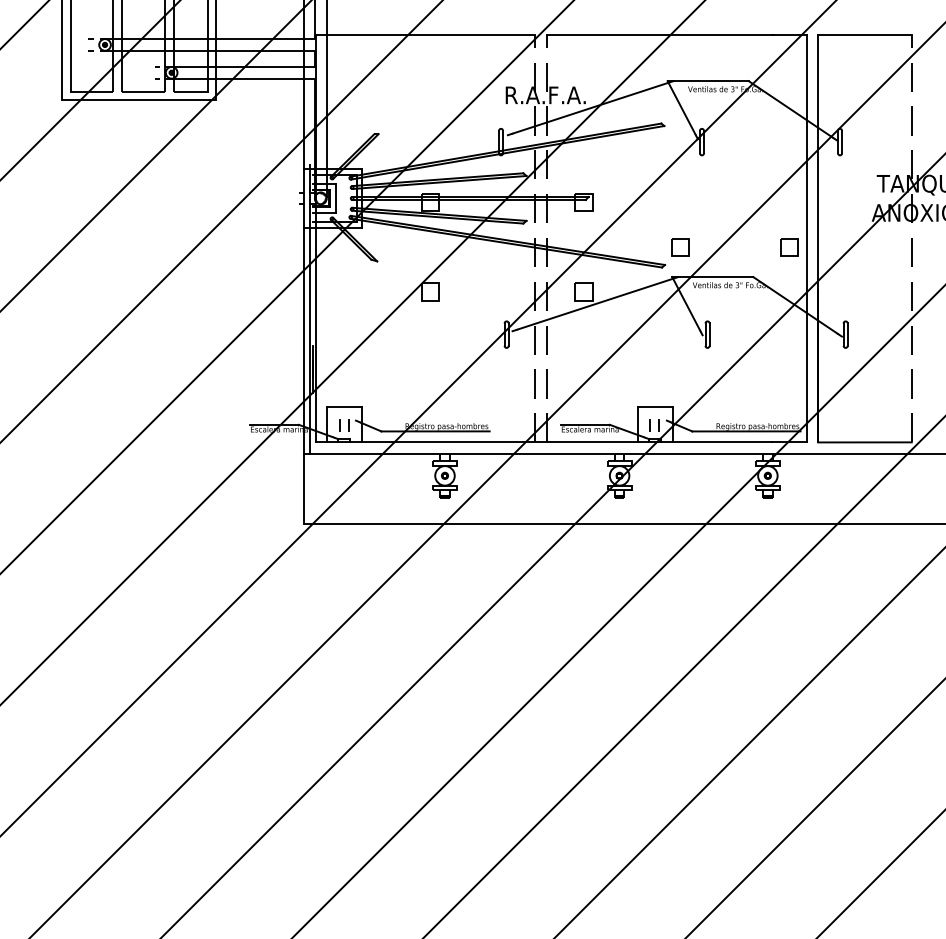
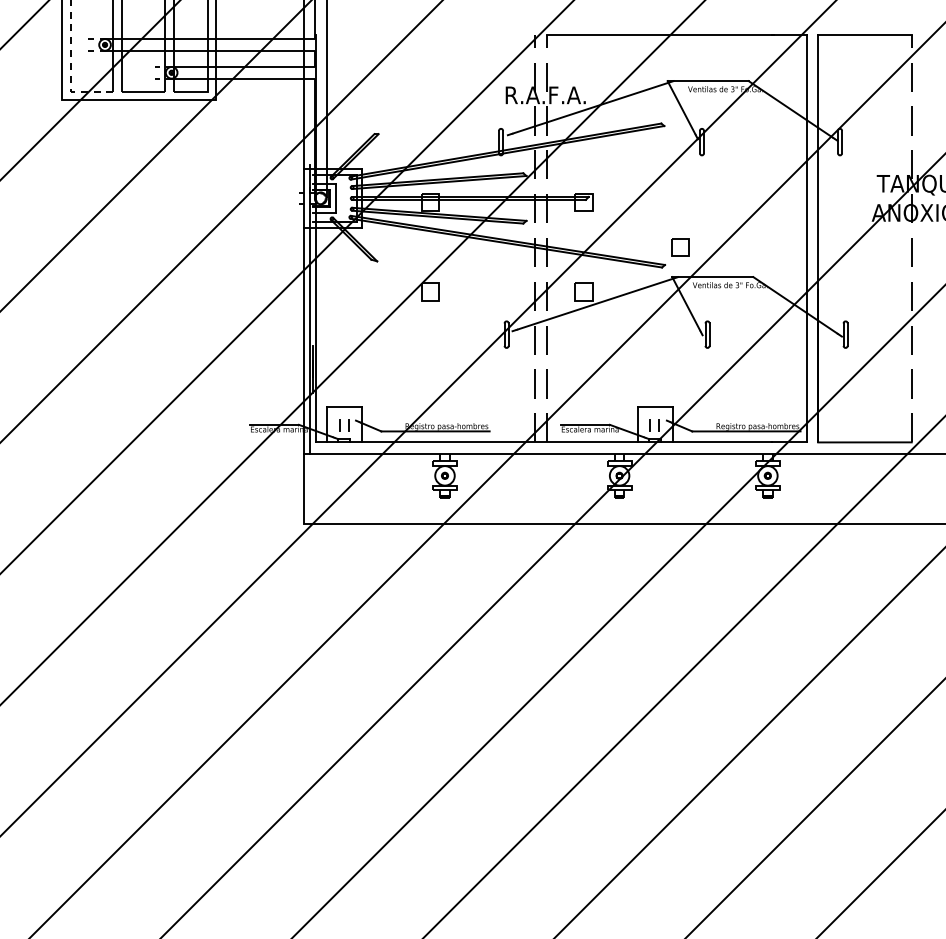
line at (424, 34): present -> none
line at (70, 67): solid -> dashed
part at (789, 247): present -> none
